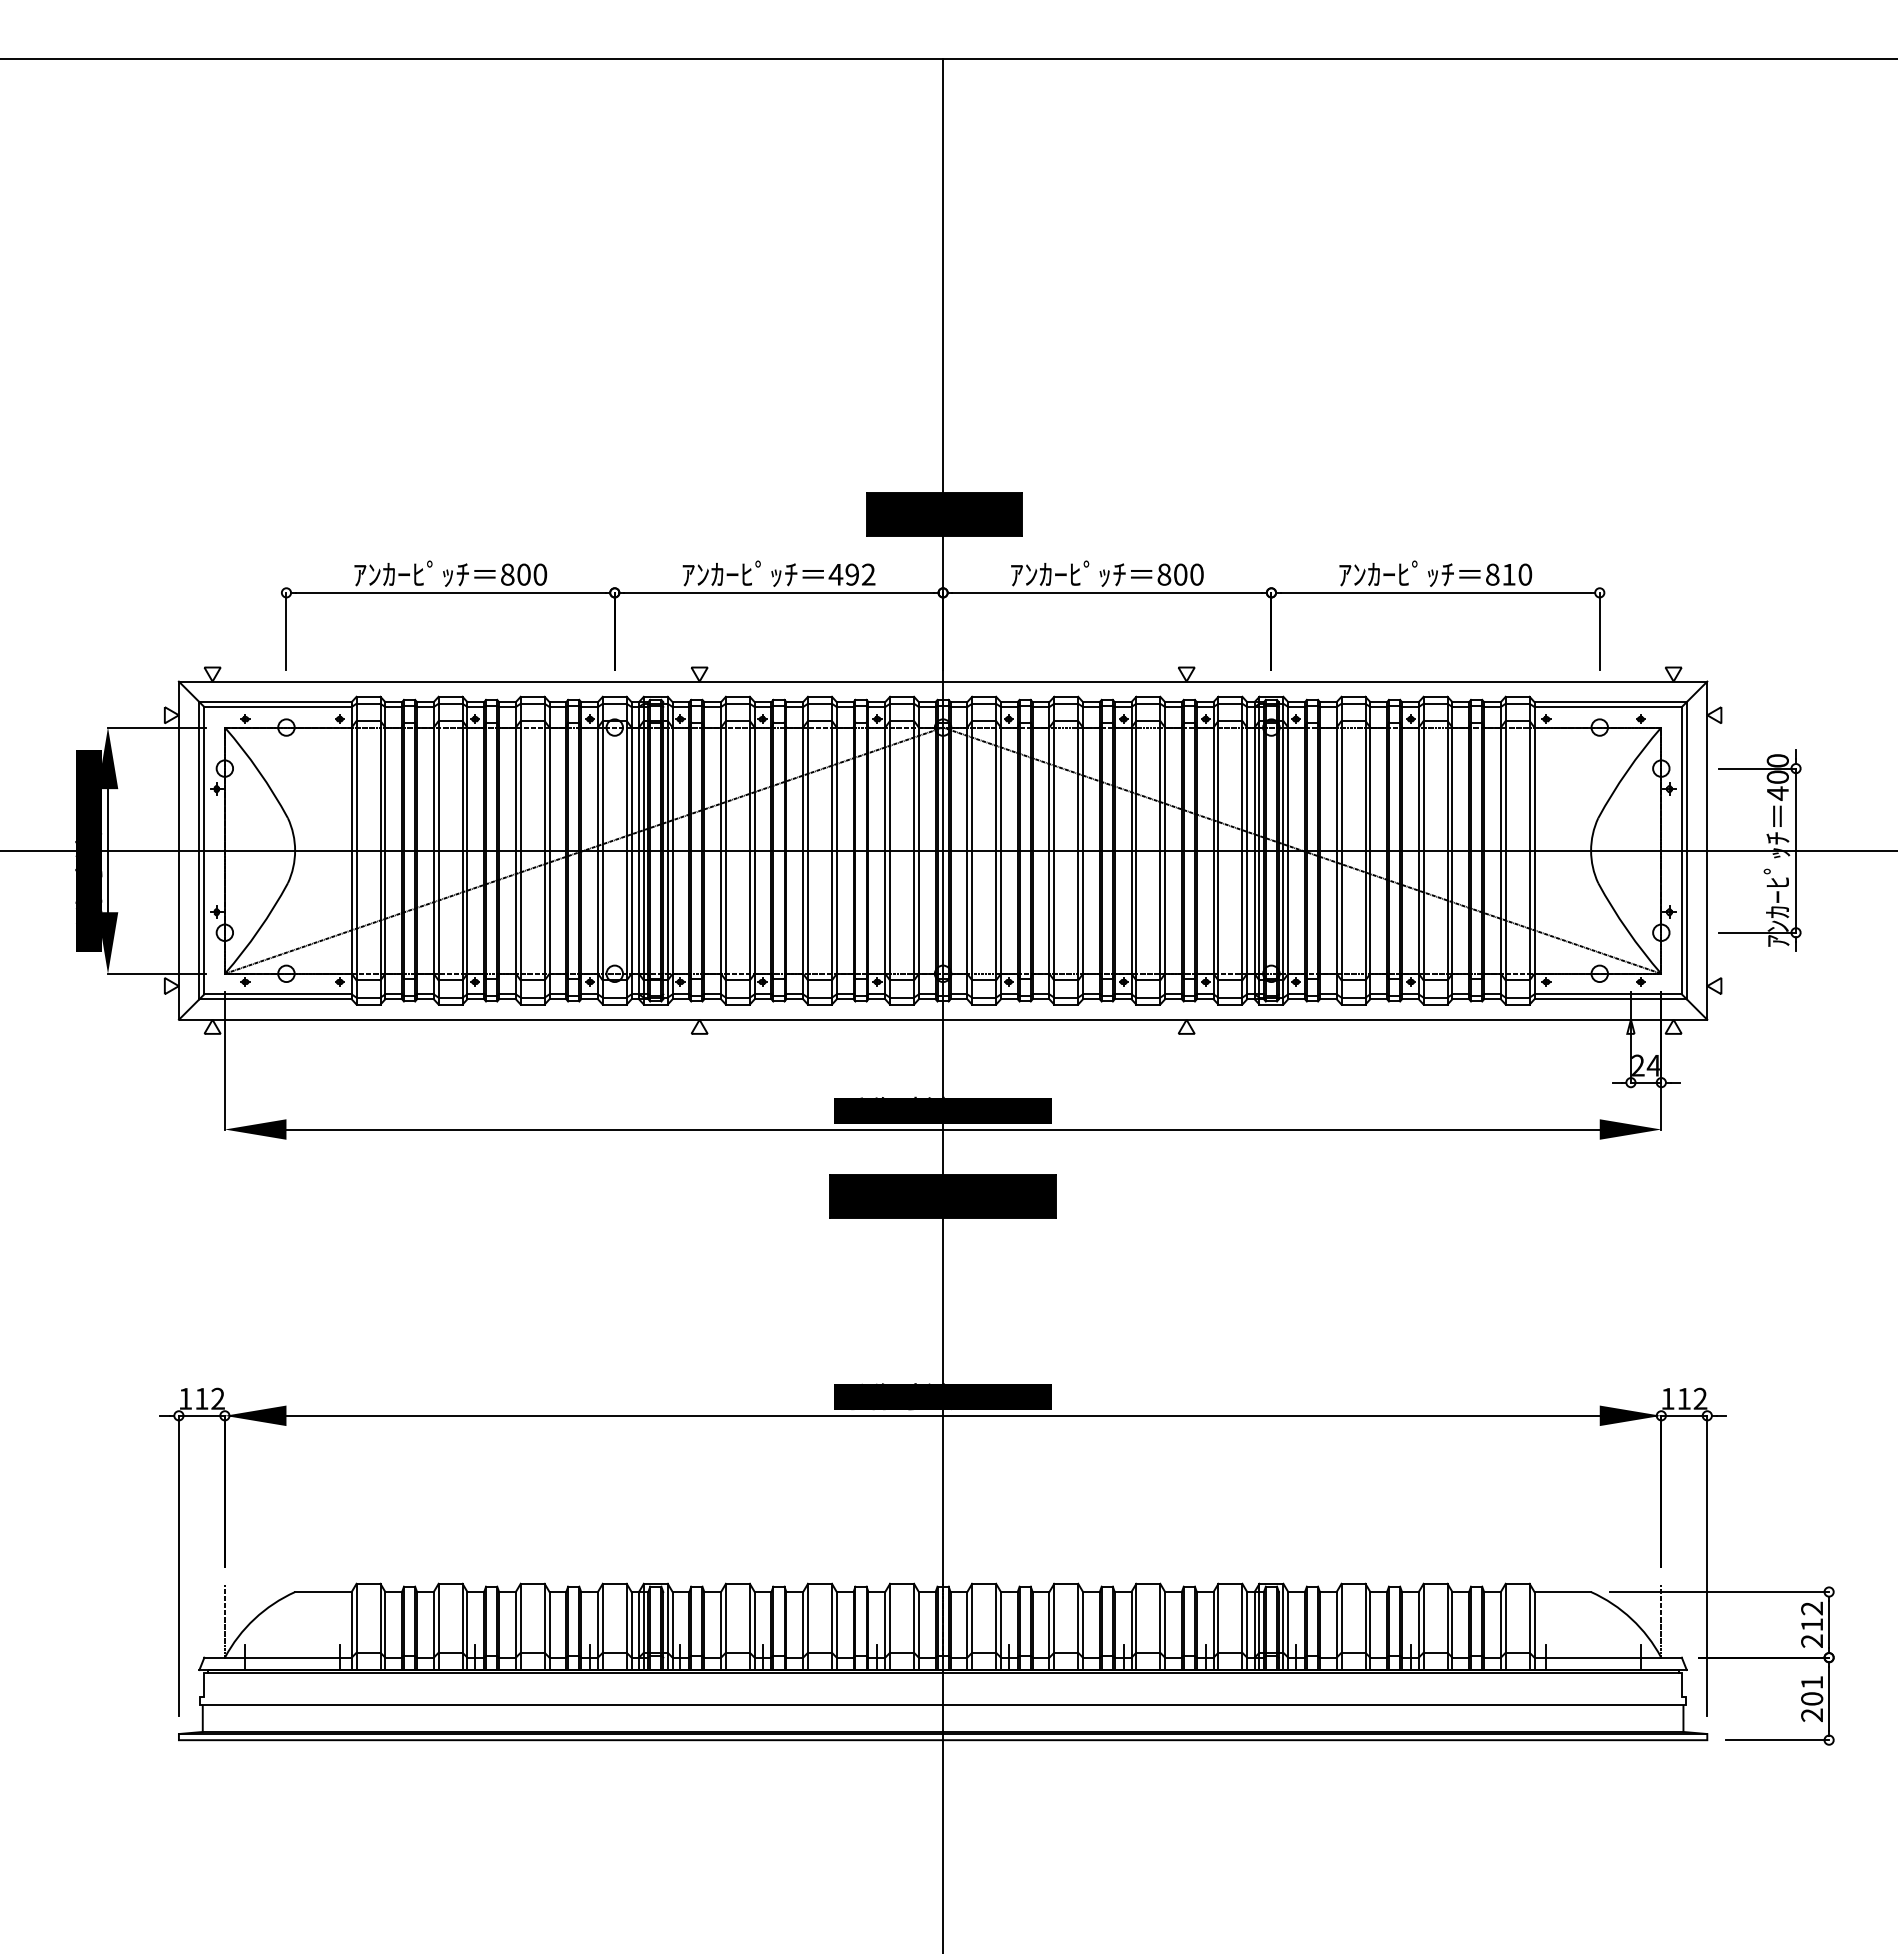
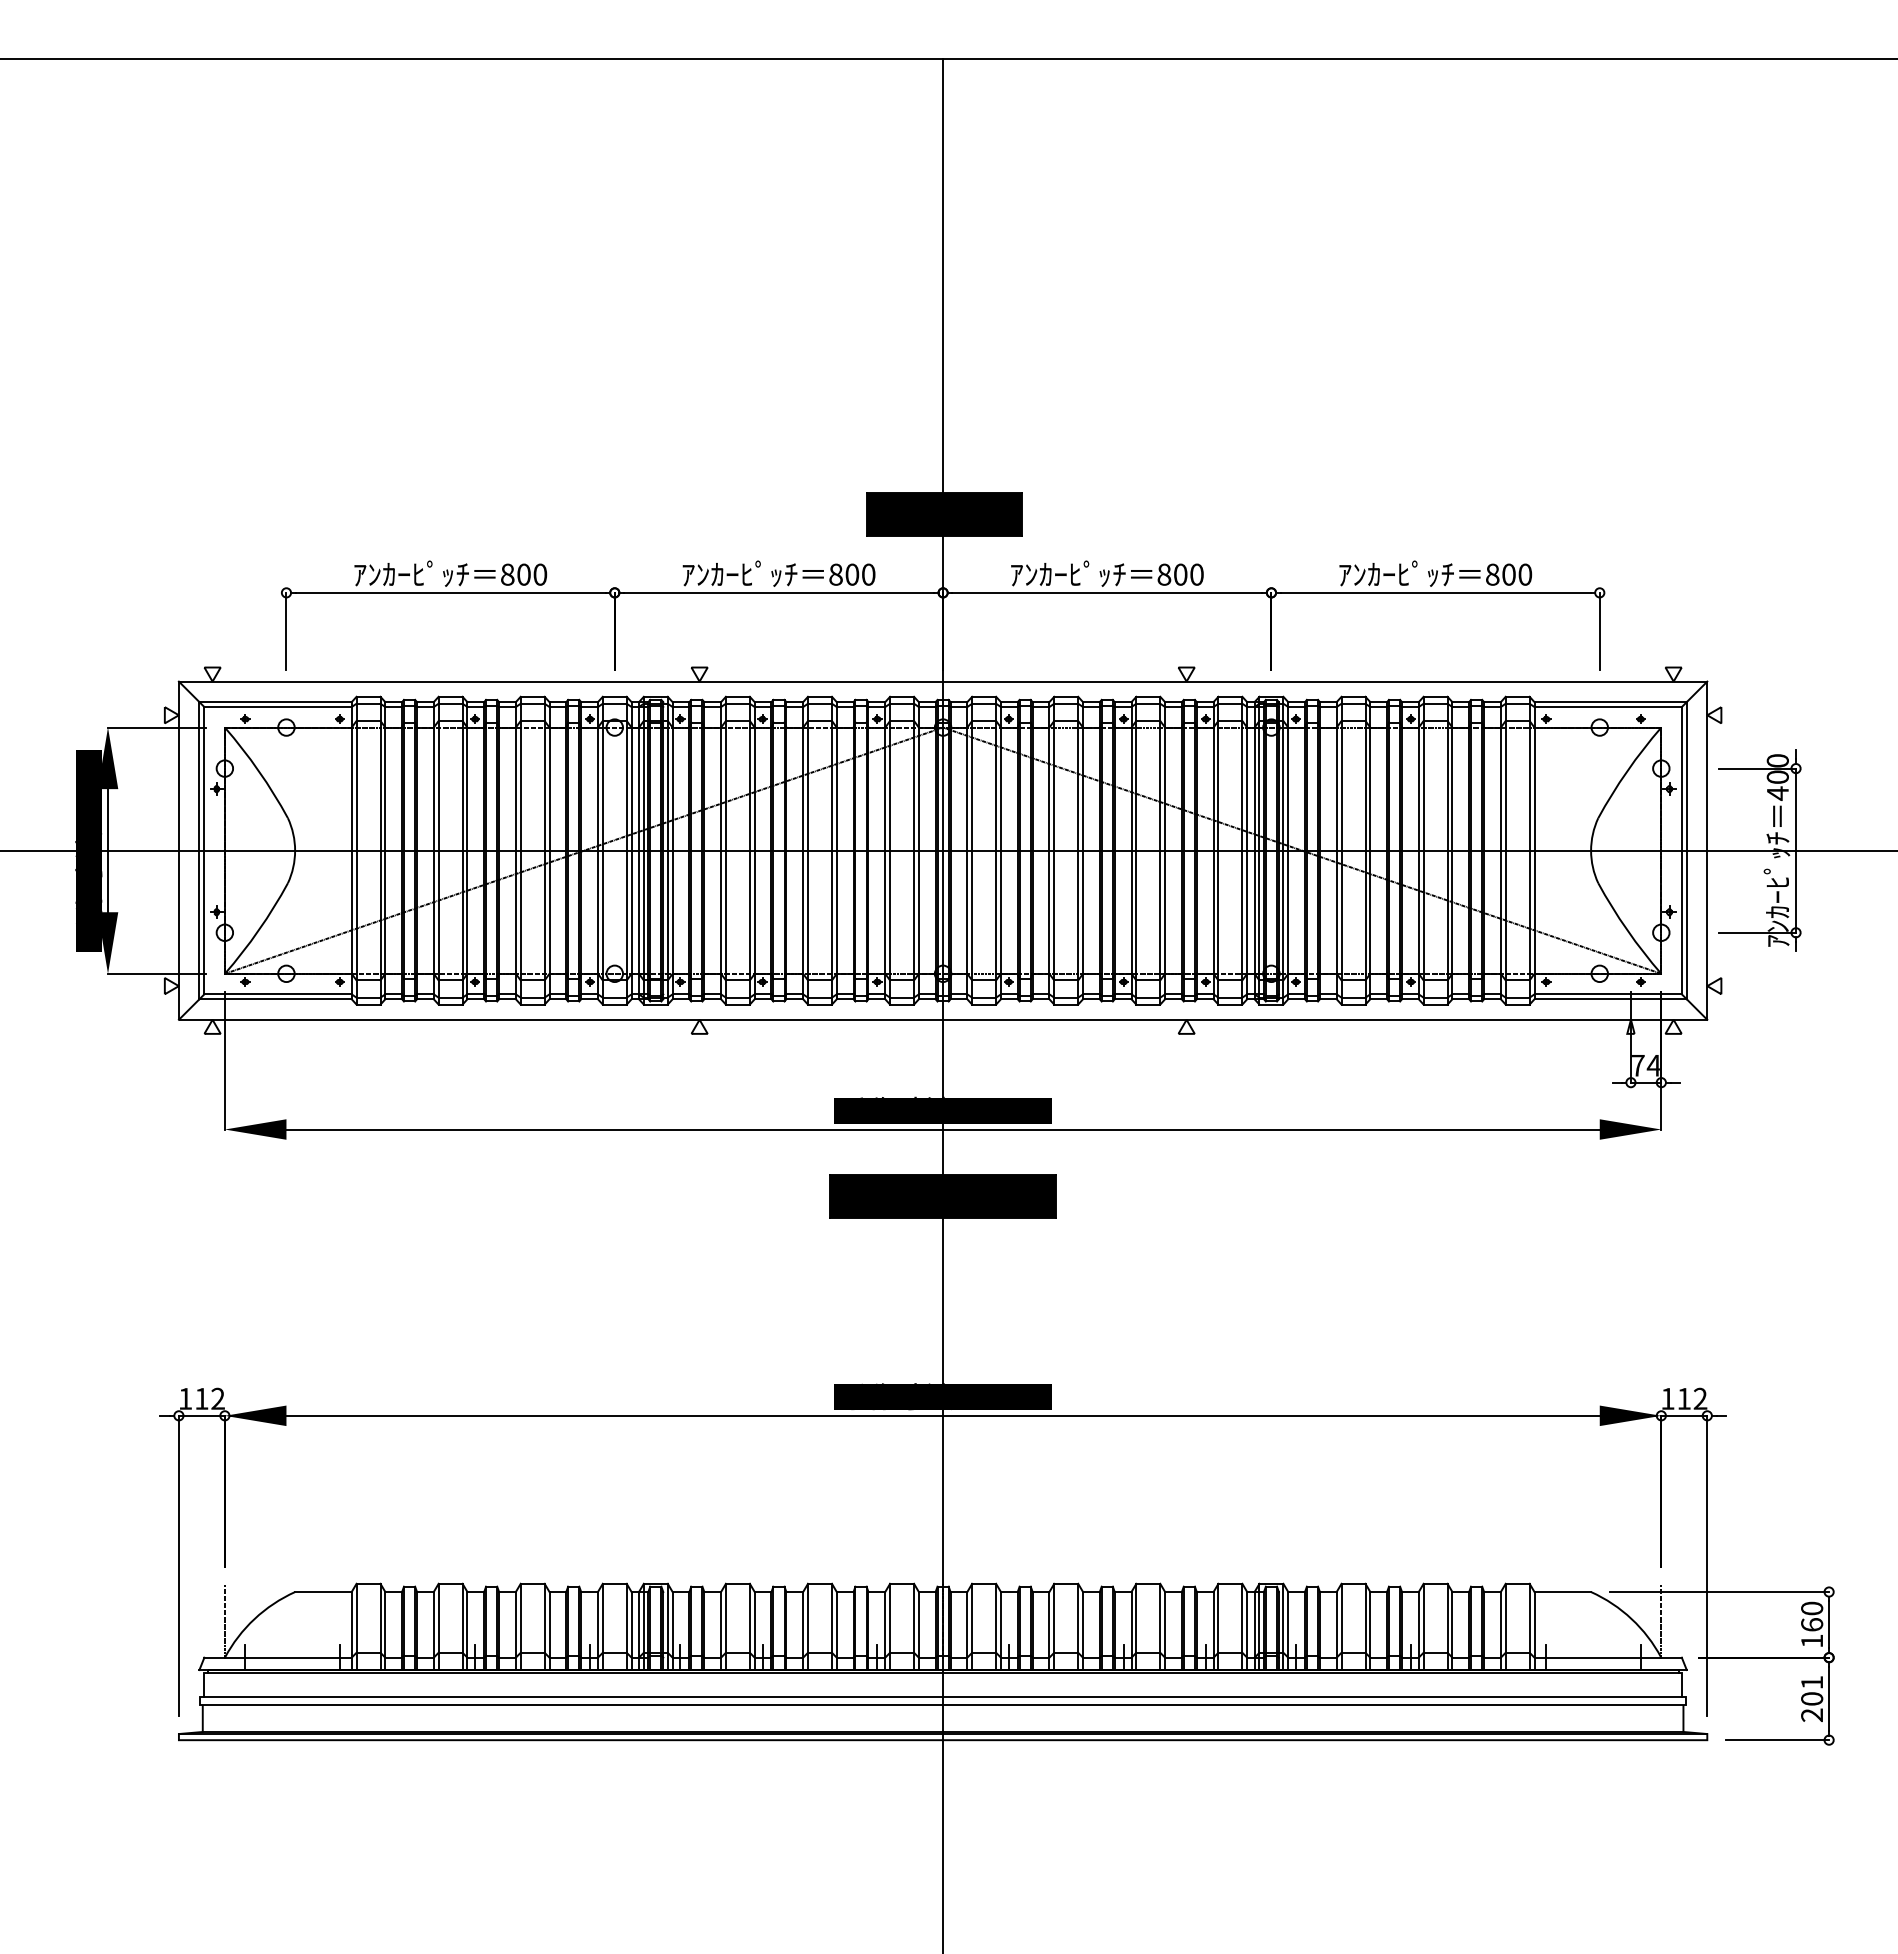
text at (851, 574): 492 -> 800
text at (1508, 574): 810 -> 800
text at (1638, 1065): 24 -> 74
text at (1812, 1624): 212 -> 160
line at (943, 1696): none -> present
